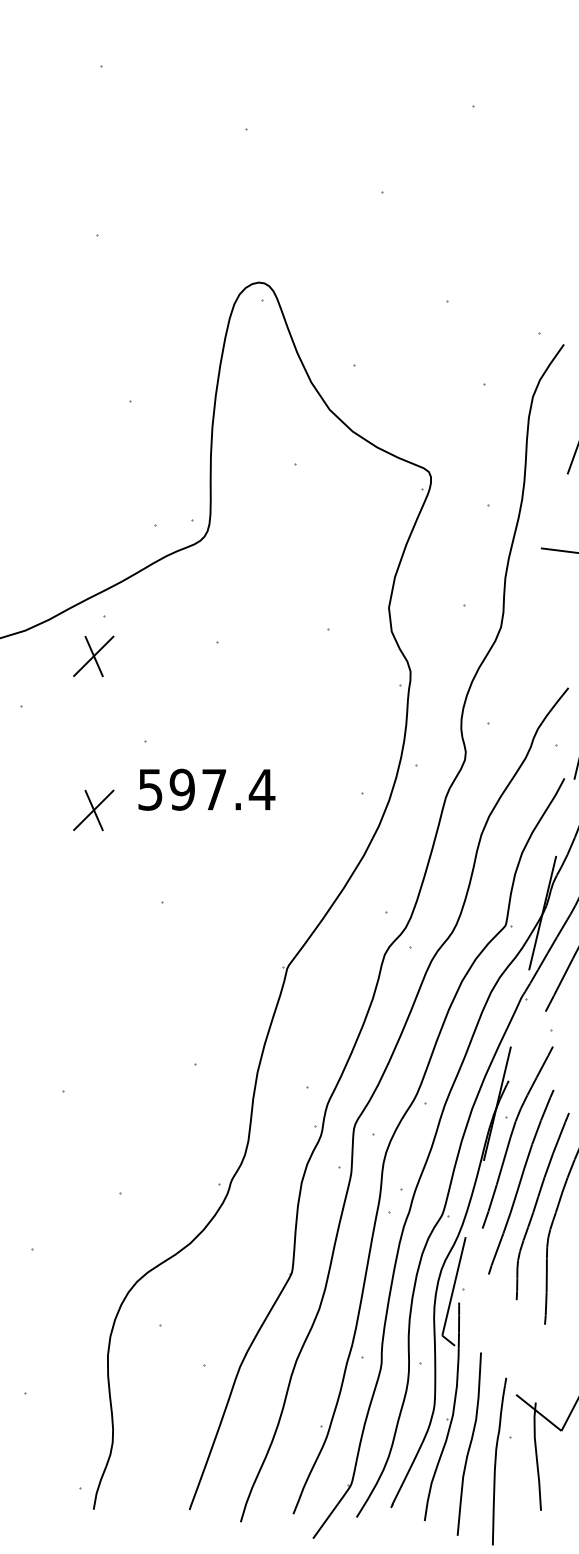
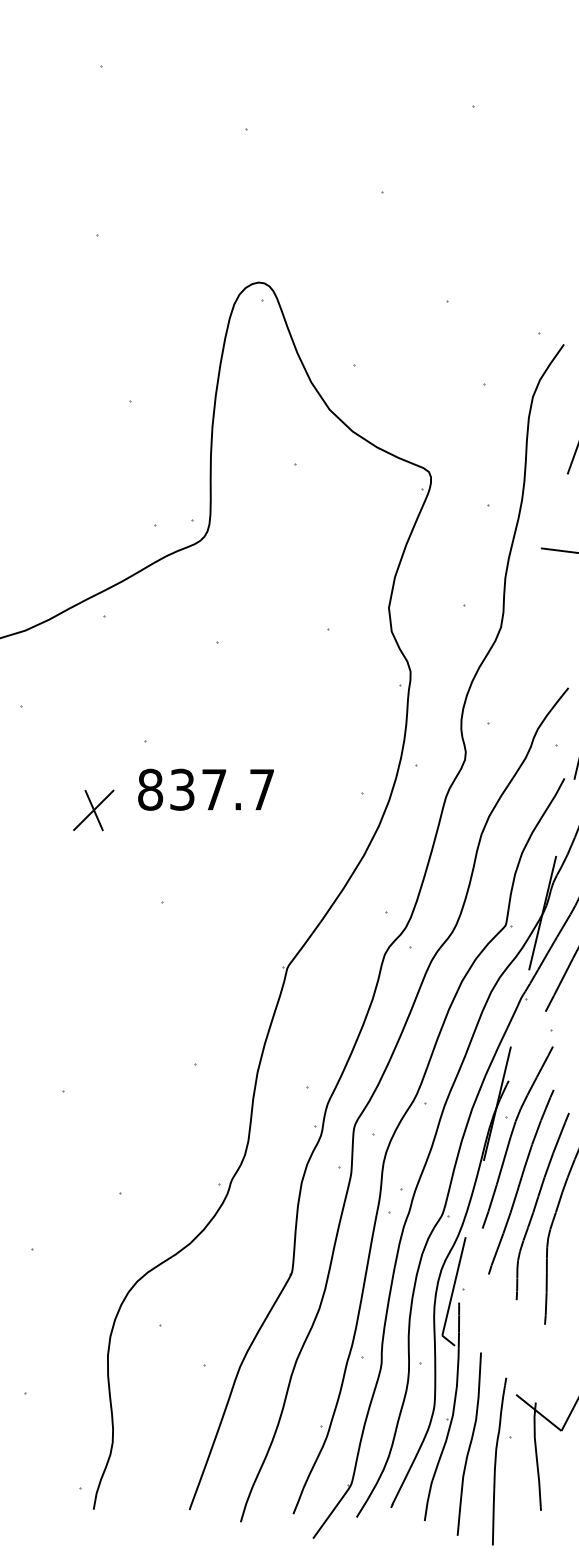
part at (93, 656): present -> none
text at (206, 789): 597.4 -> 837.7
